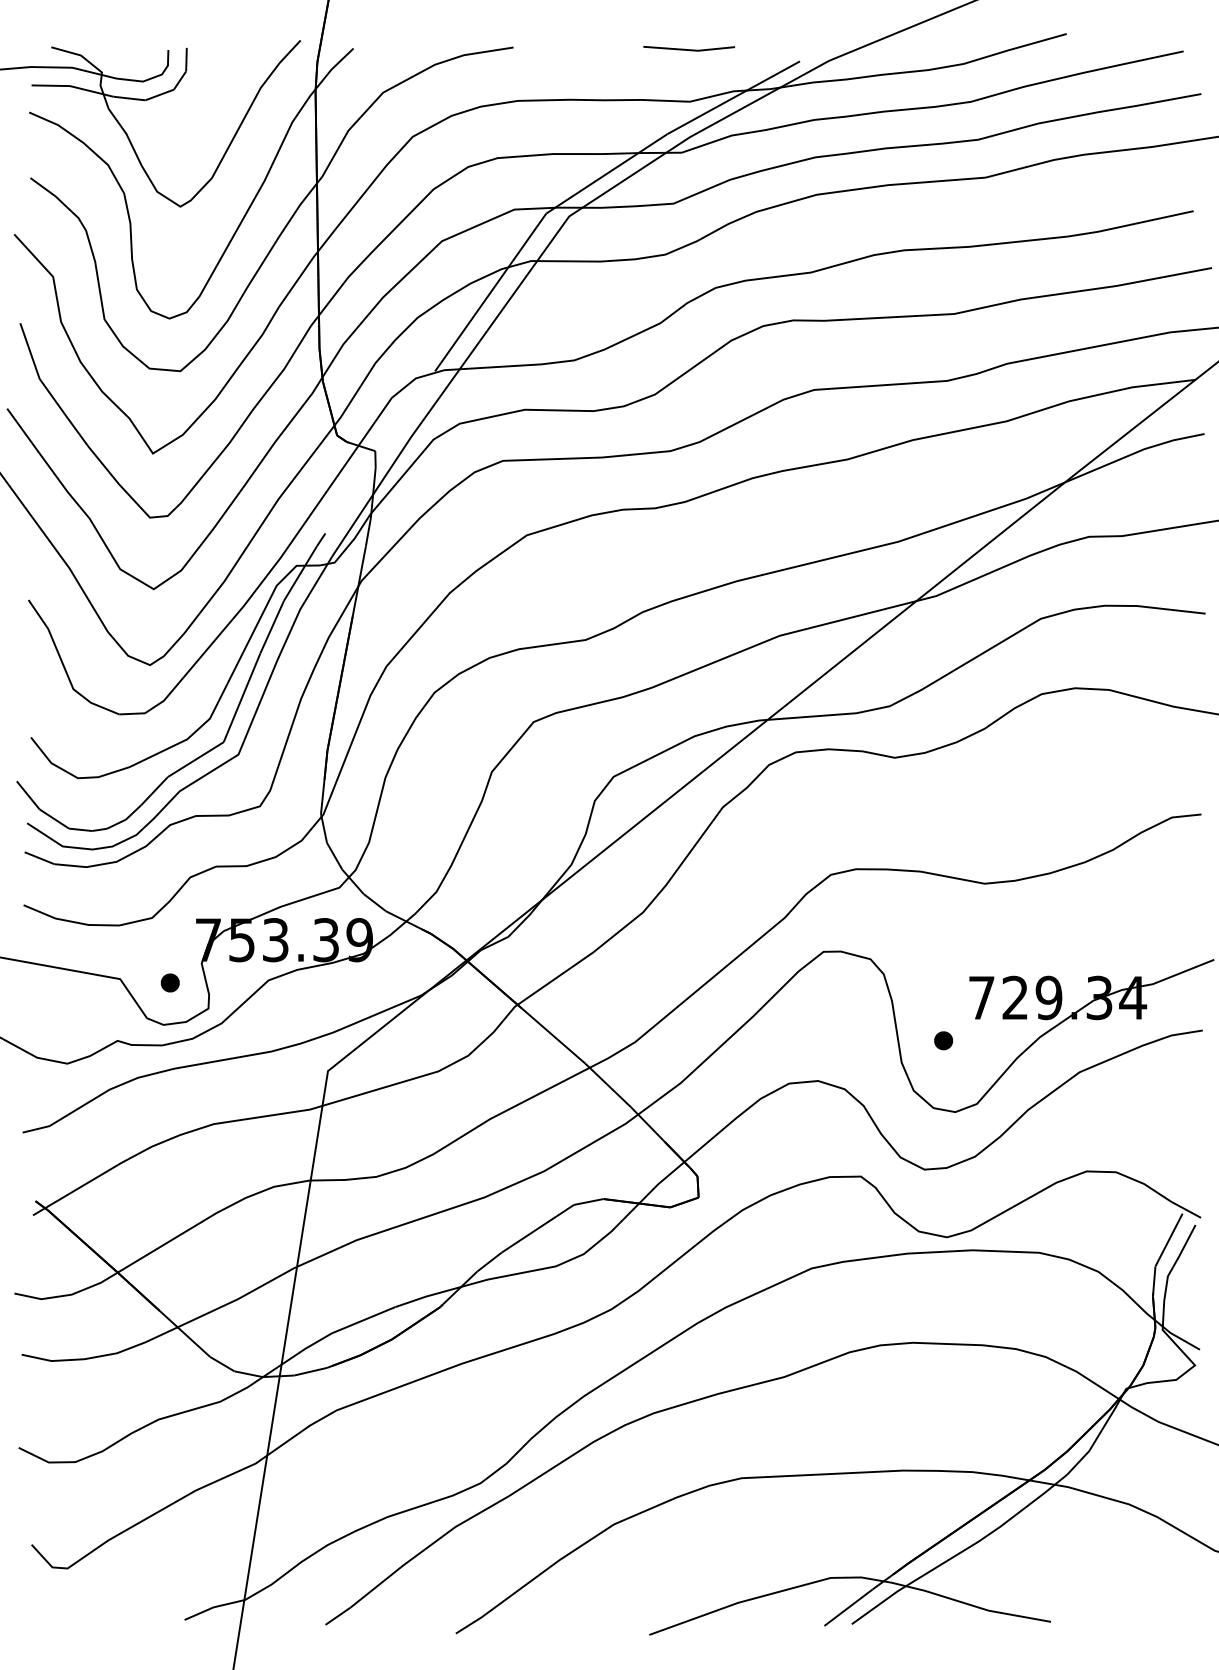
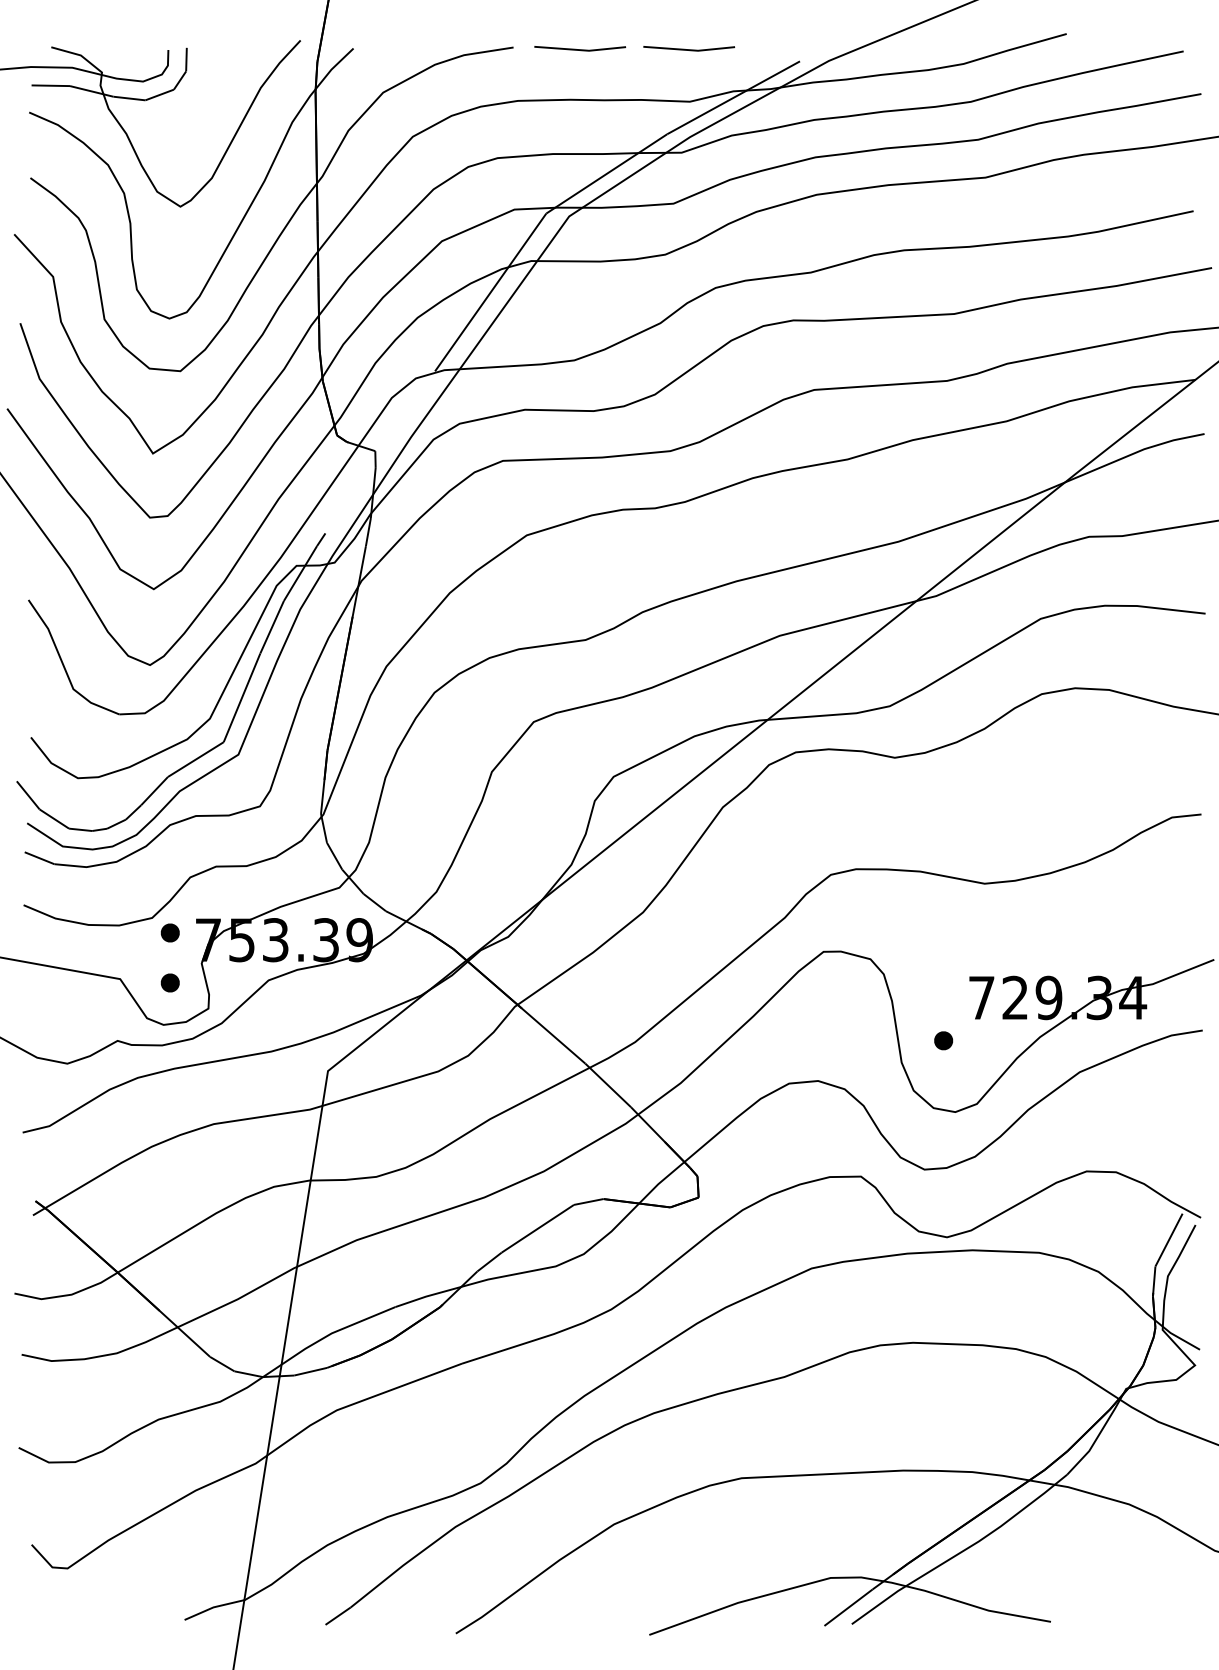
line at (580, 49): none -> present
part at (169, 932): none -> present
